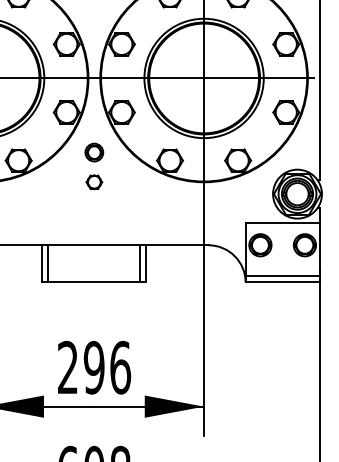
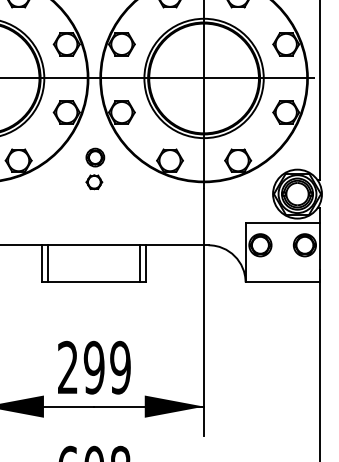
part at (94, 152) position: (94, 152) -> (95, 157)
line at (282, 276): present -> none
text at (120, 367): 296 -> 299
